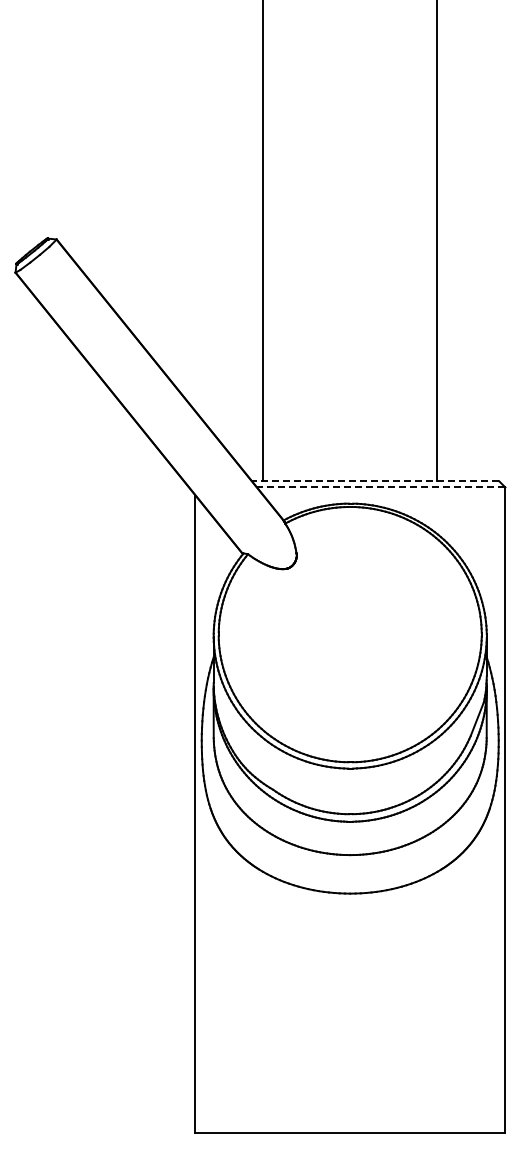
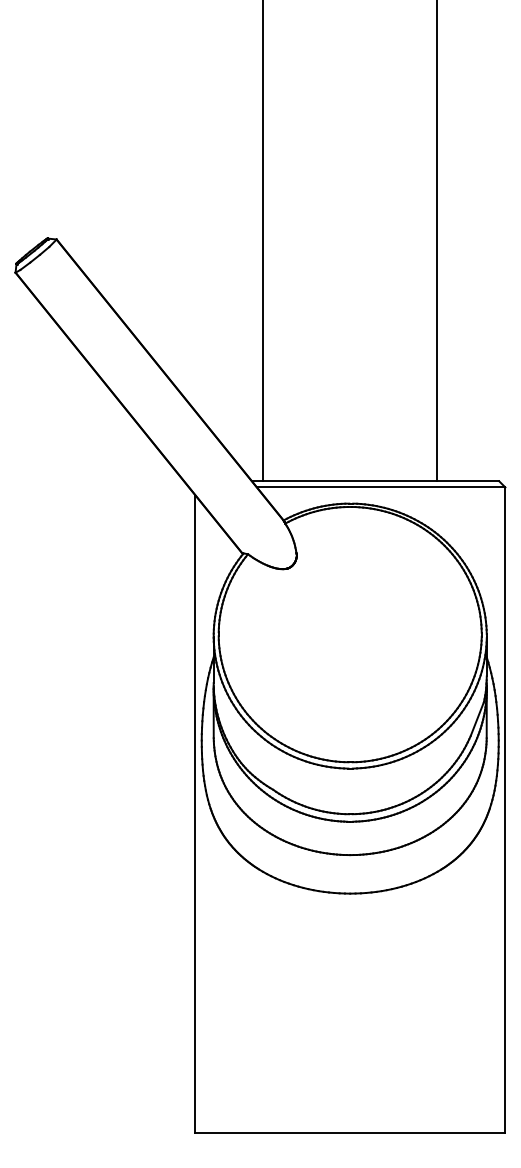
line at (375, 481): dashed -> solid
line at (380, 487): dashed -> solid
